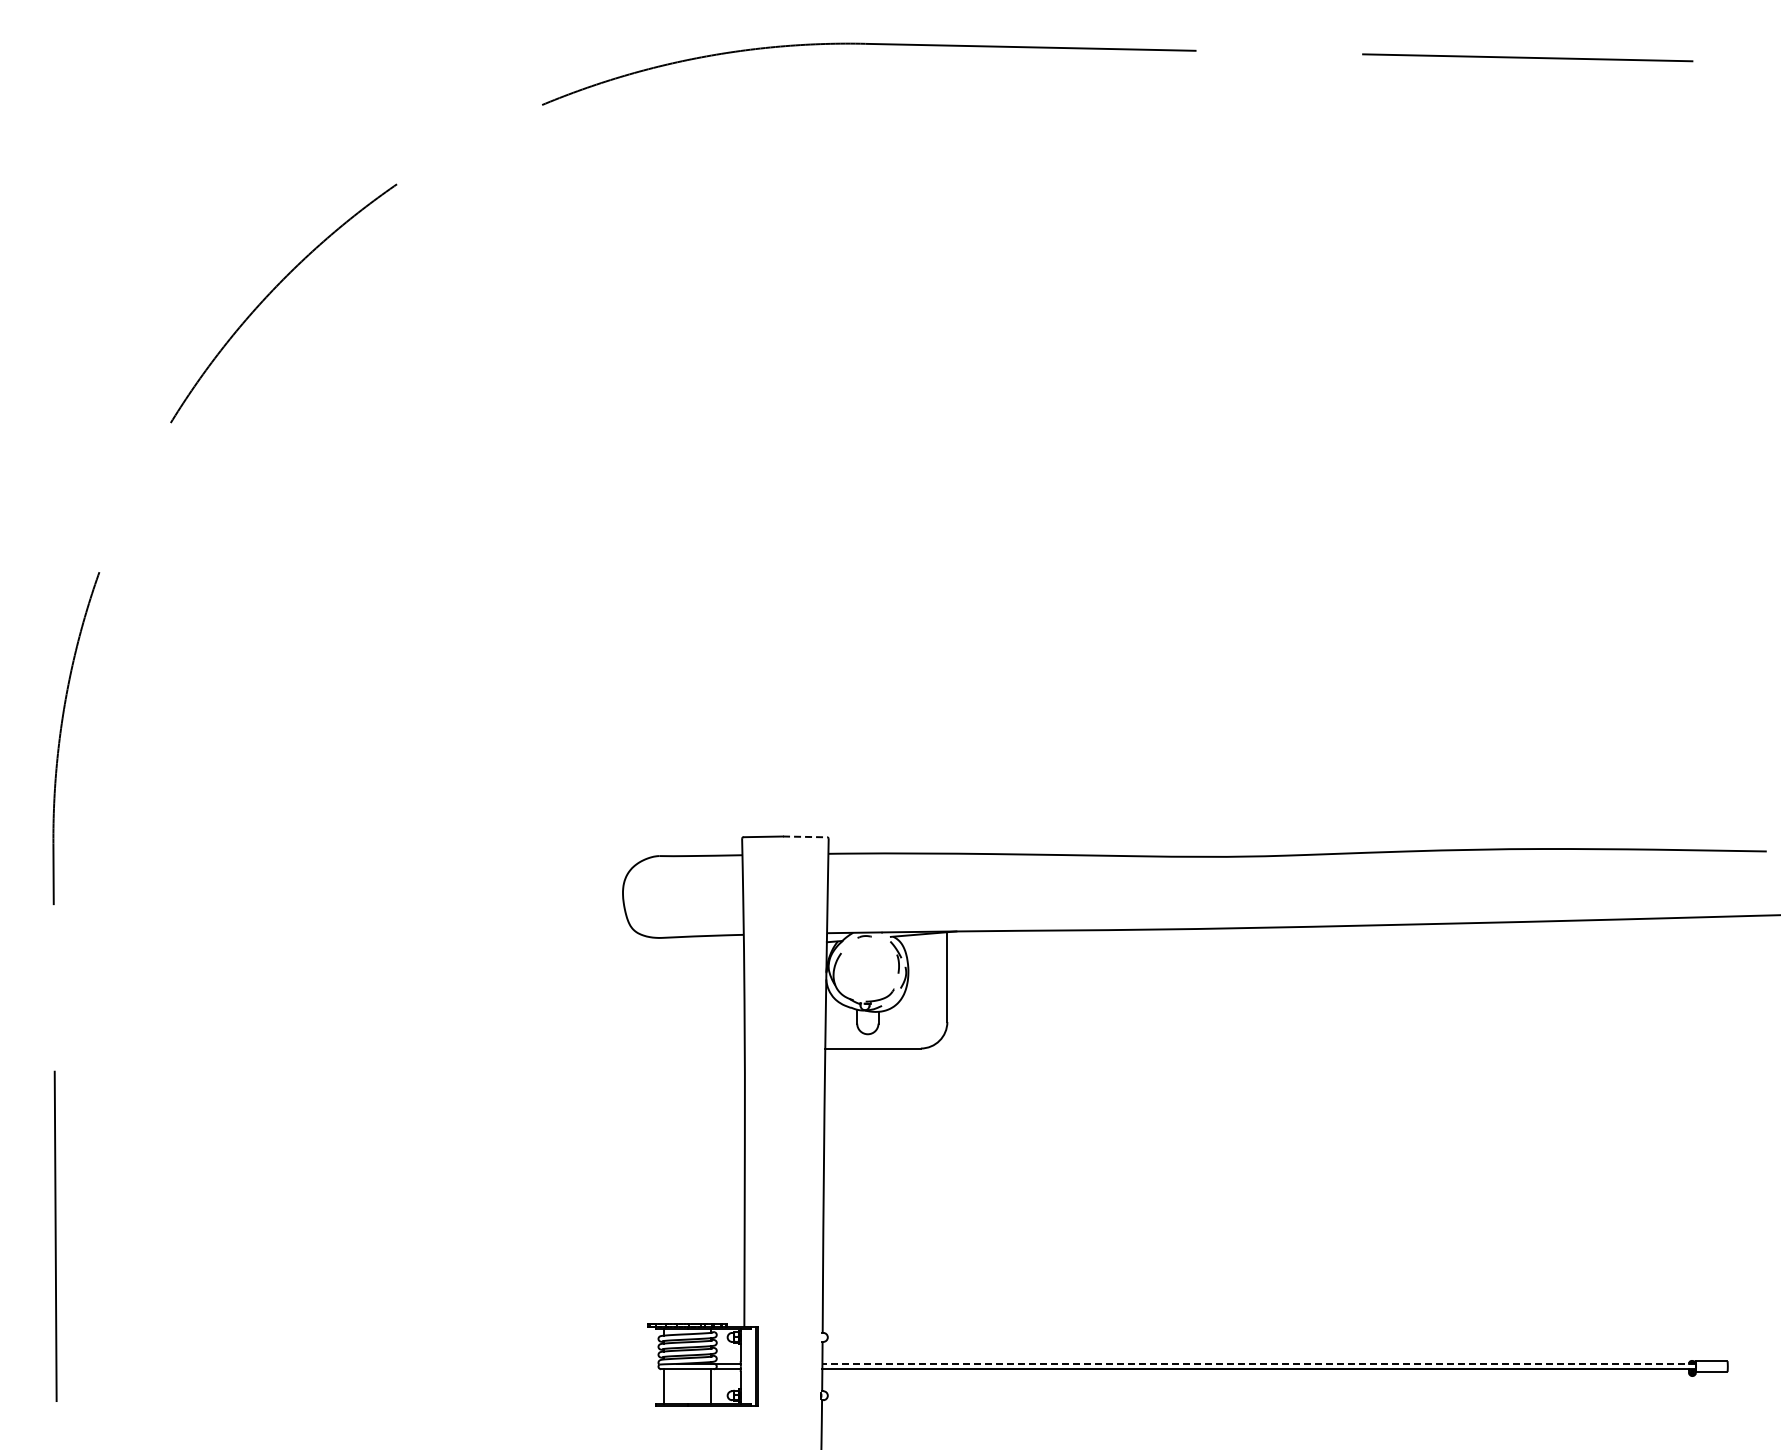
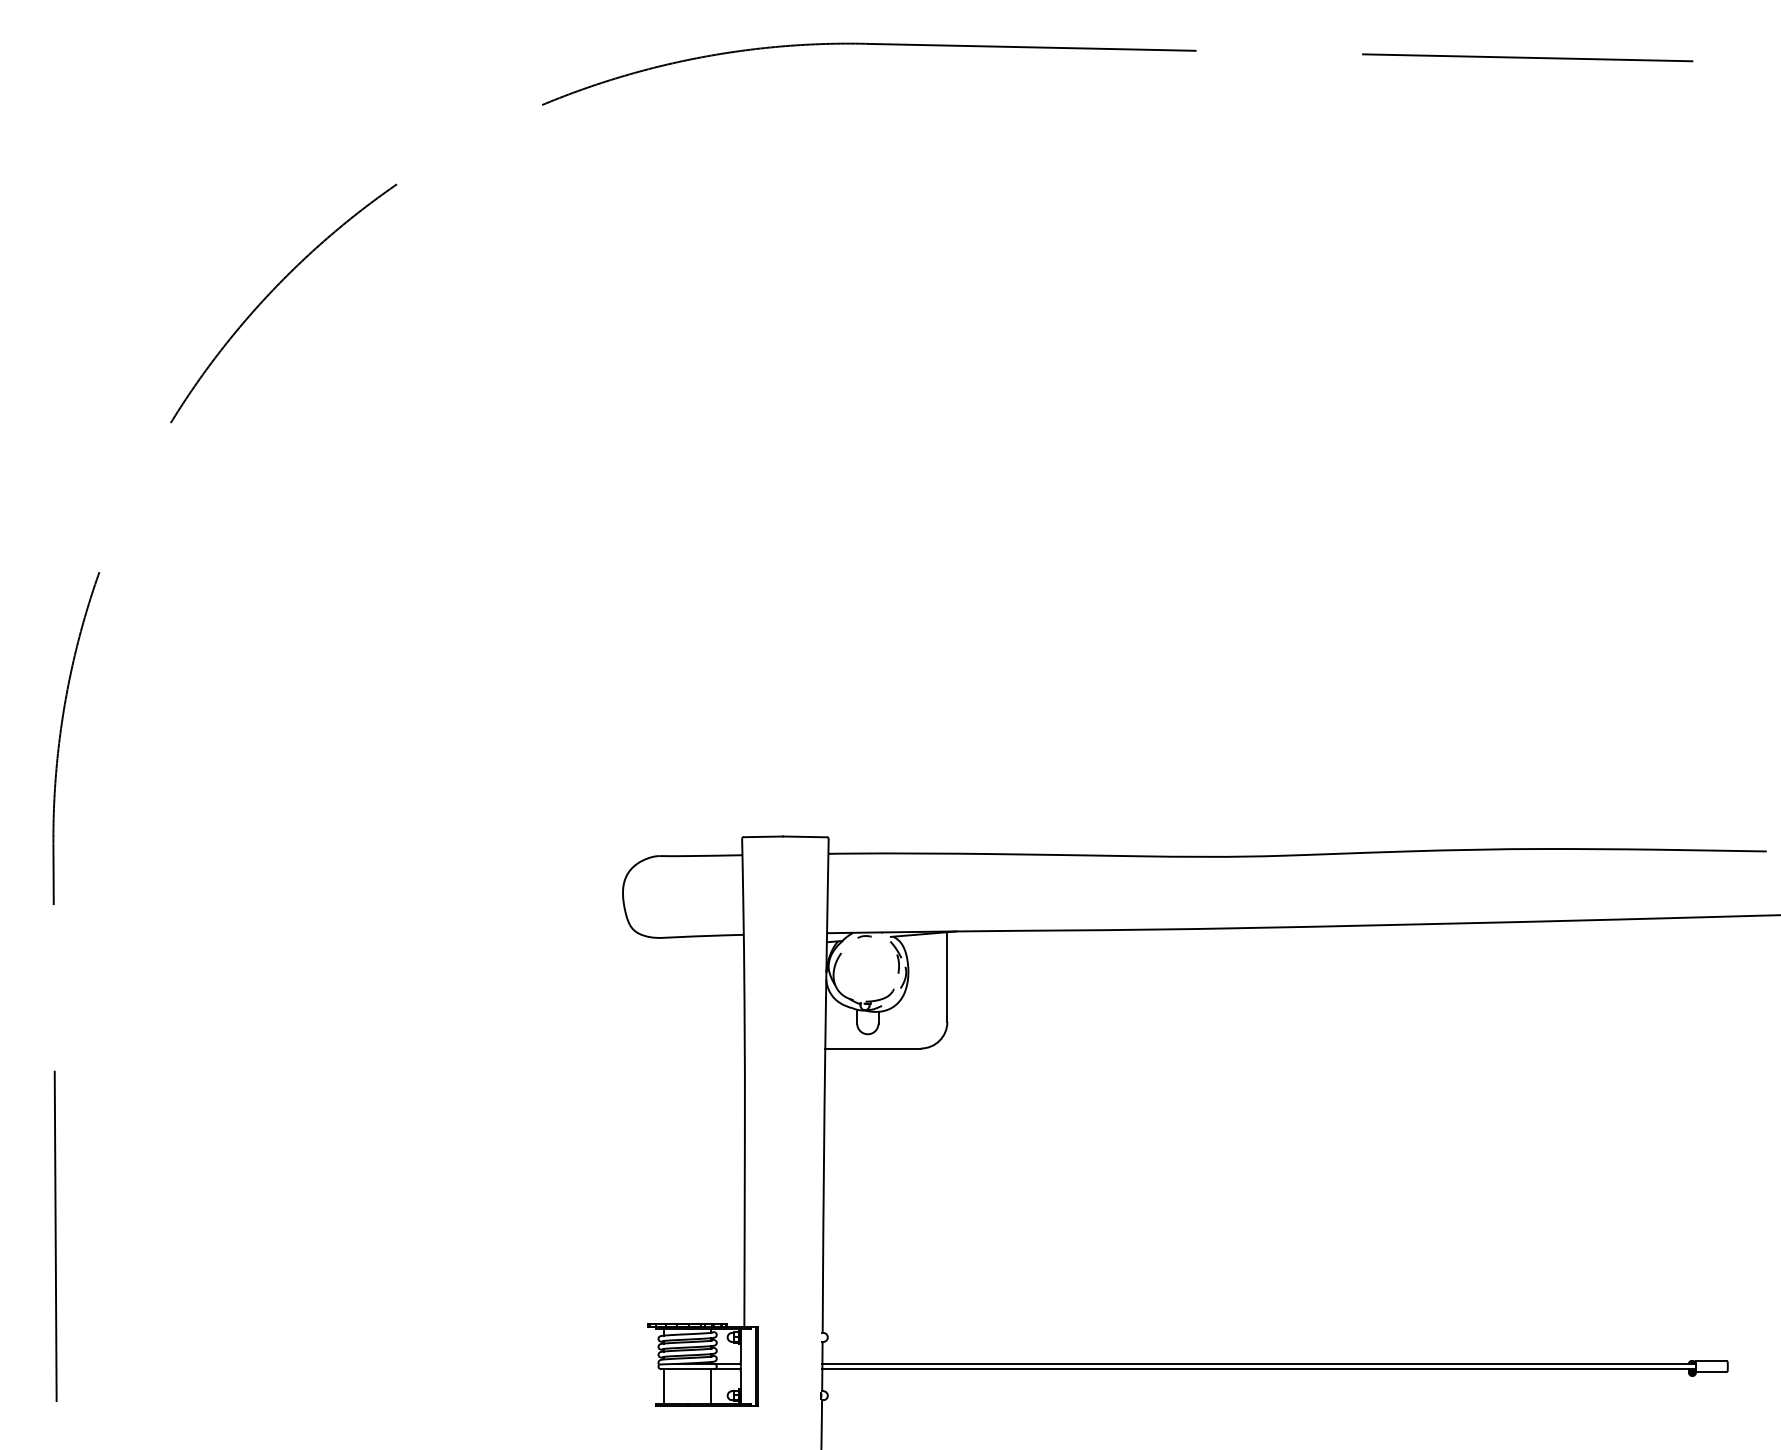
line at (805, 836): dashed -> solid
line at (1259, 1363): dashed -> solid
